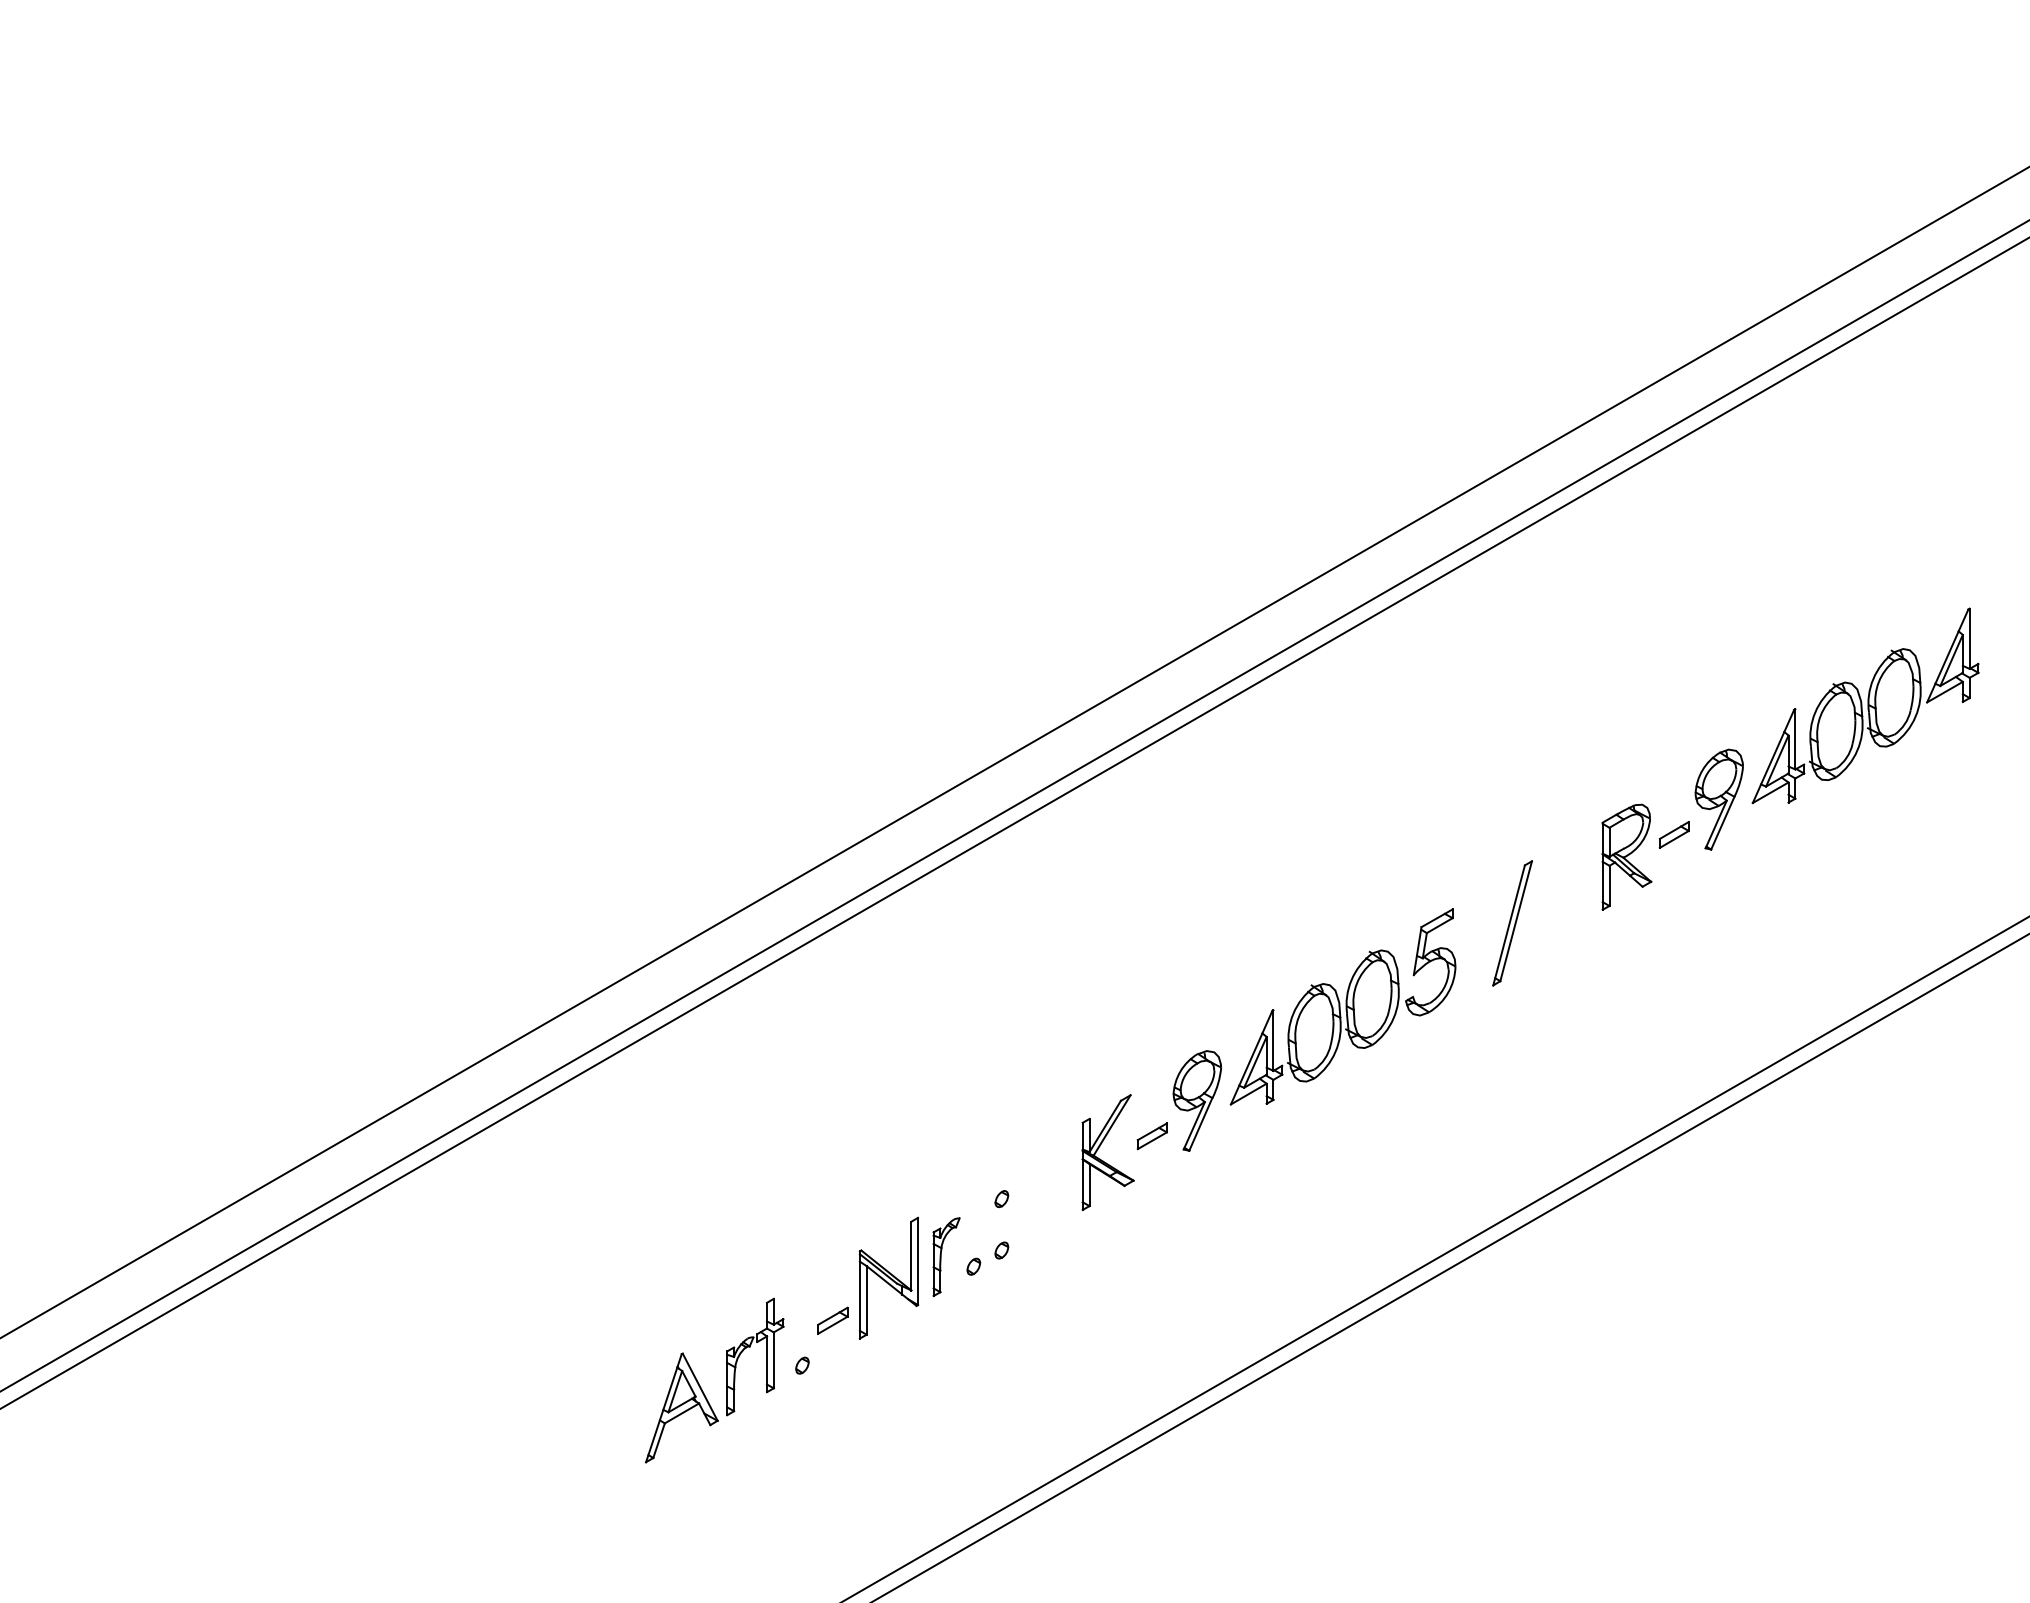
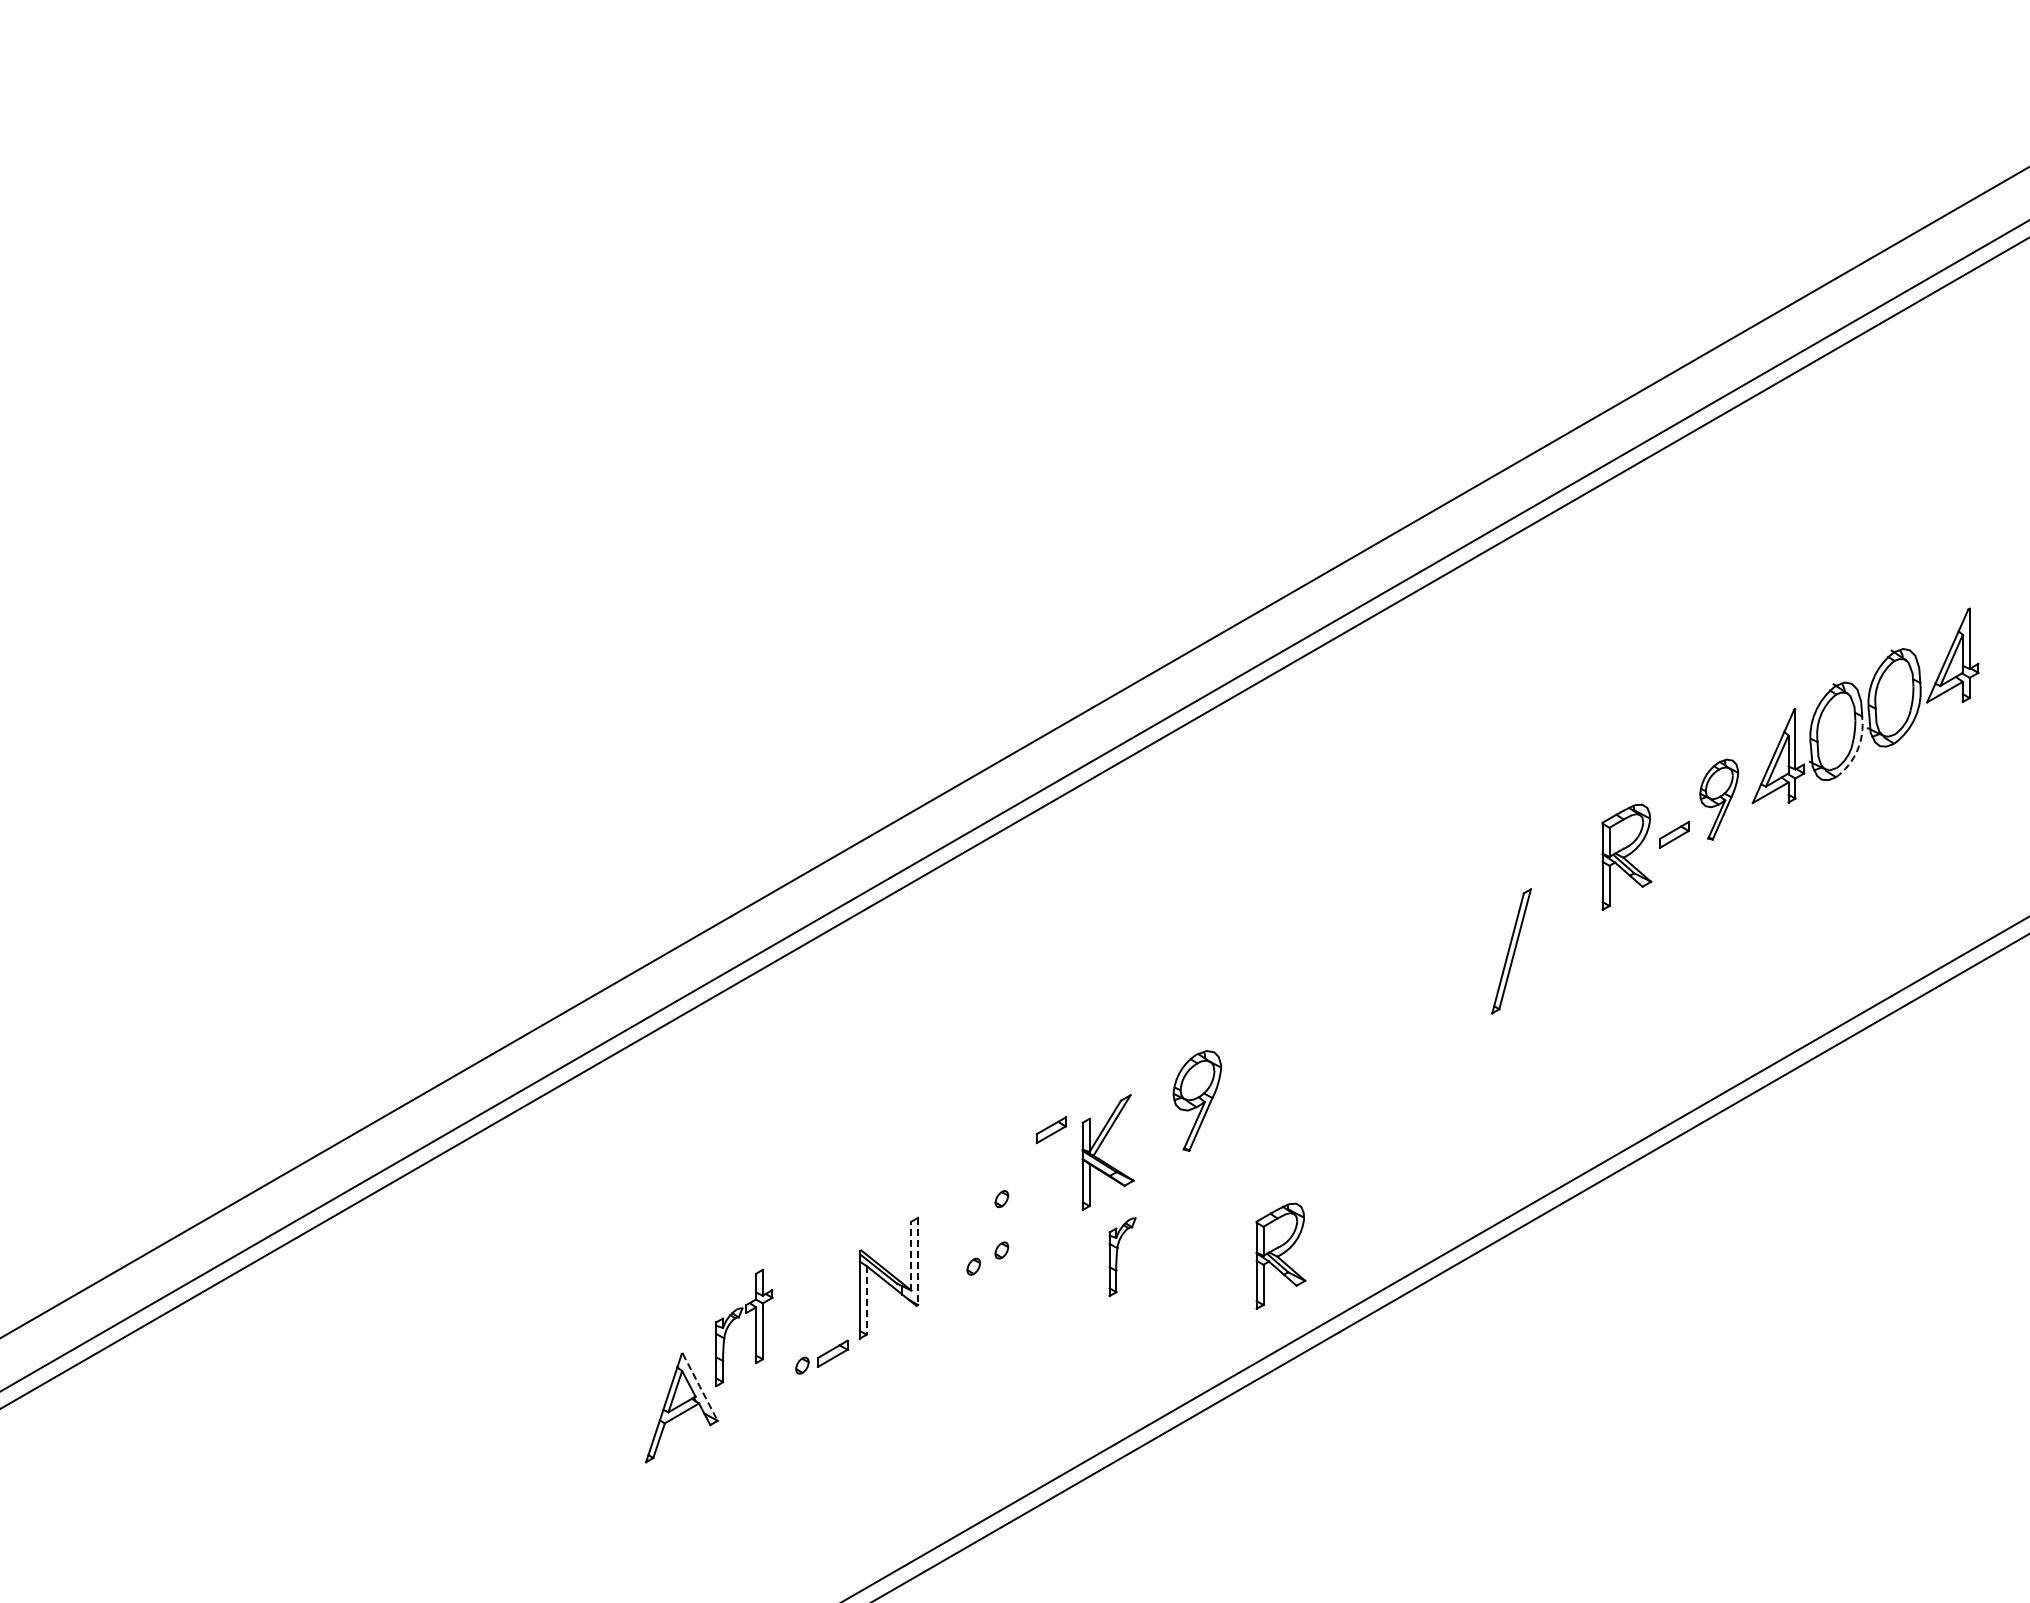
arc at (1857, 750): solid -> dashed
part at (1718, 799) size: 50x103 px -> 41x83 px
part at (1512, 923) position: (1512, 923) -> (1511, 951)
part at (1342, 1006): present -> none
part at (1151, 1136) position: (1151, 1136) -> (1050, 1130)
line at (911, 1255): solid -> dashed
part at (1280, 1255): none -> present
part at (946, 1257) position: (946, 1257) -> (1122, 1257)
line at (918, 1261): solid -> dashed
line at (866, 1300): solid -> dashed
part at (832, 1320) position: (832, 1320) -> (832, 1353)
part at (750, 1347) position: (750, 1347) -> (739, 1318)
line at (700, 1387): solid -> dashed
